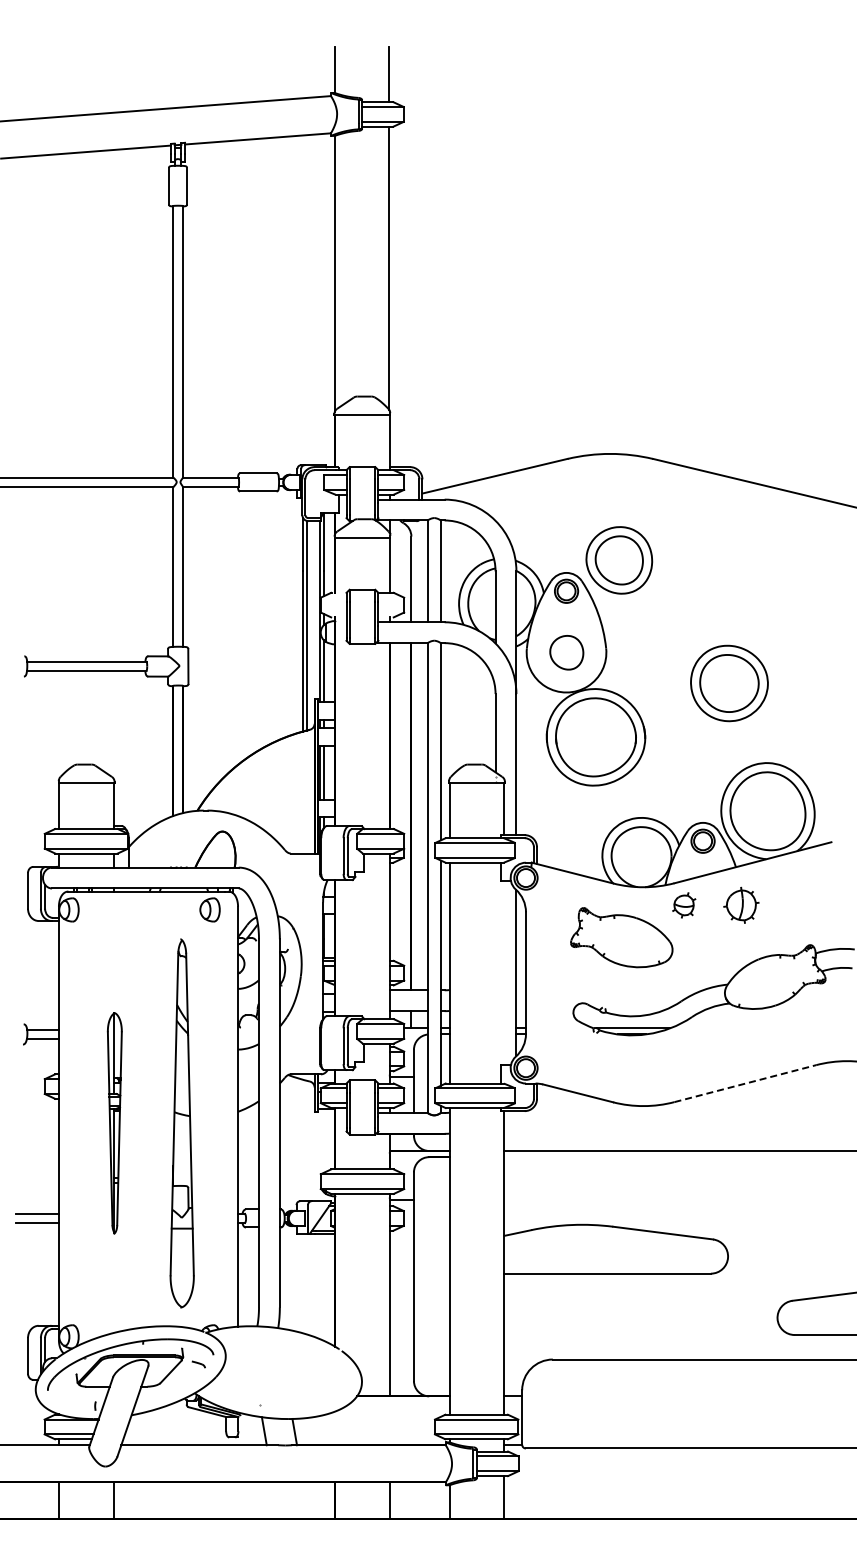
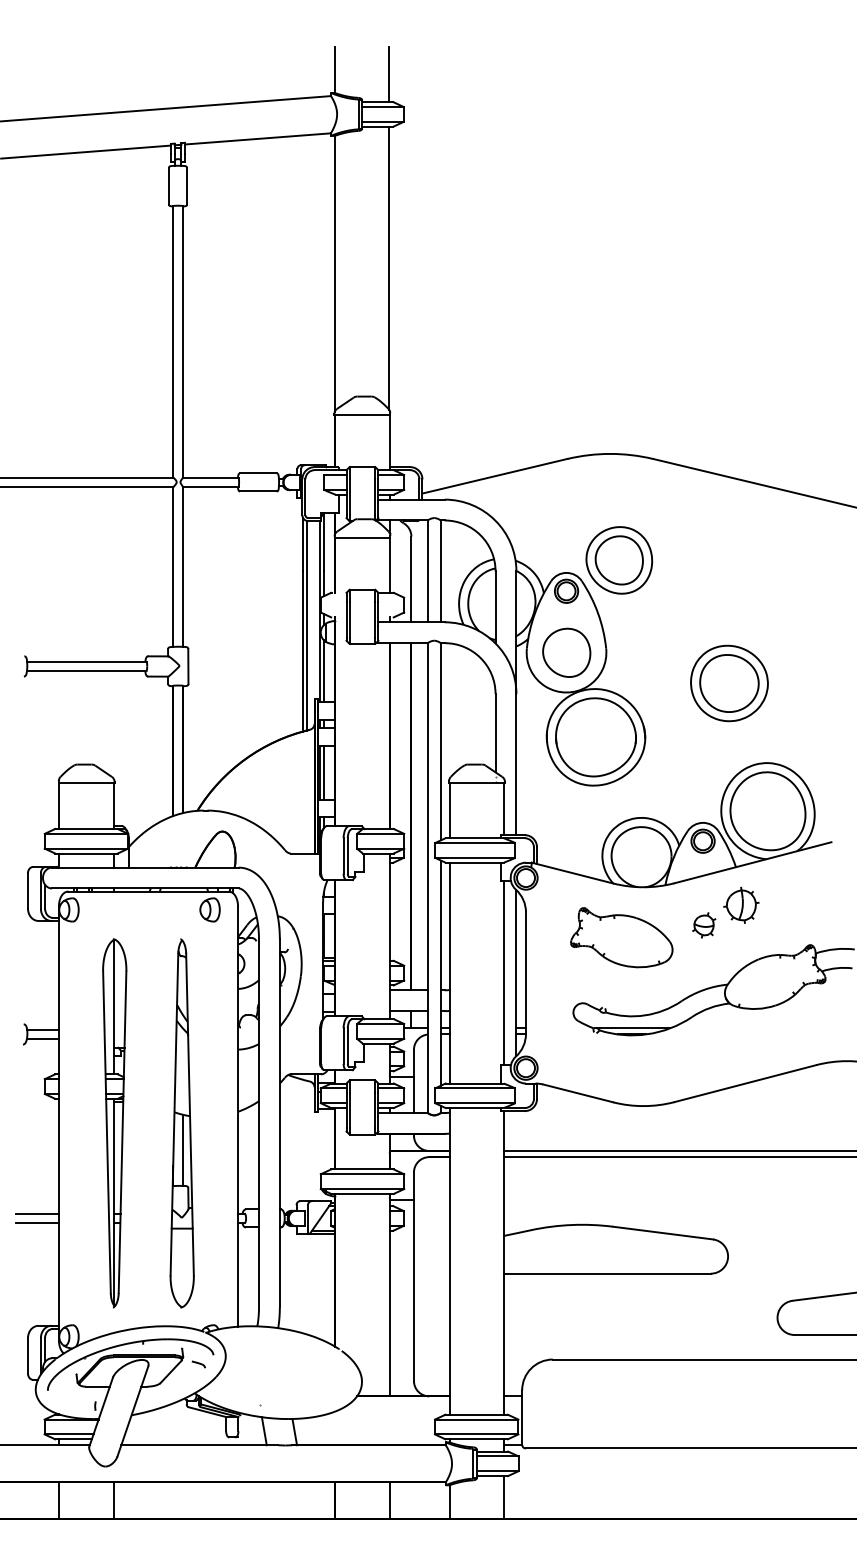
part at (566, 652) size: 36x36 px -> 50x51 px
part at (684, 905) position: (684, 905) -> (704, 925)
line at (504, 973): none -> present
line at (745, 1083): dashed -> solid
part at (114, 1123) size: 17x223 px -> 26x371 px
line at (183, 1149): none -> present
line at (678, 1157): none -> present
